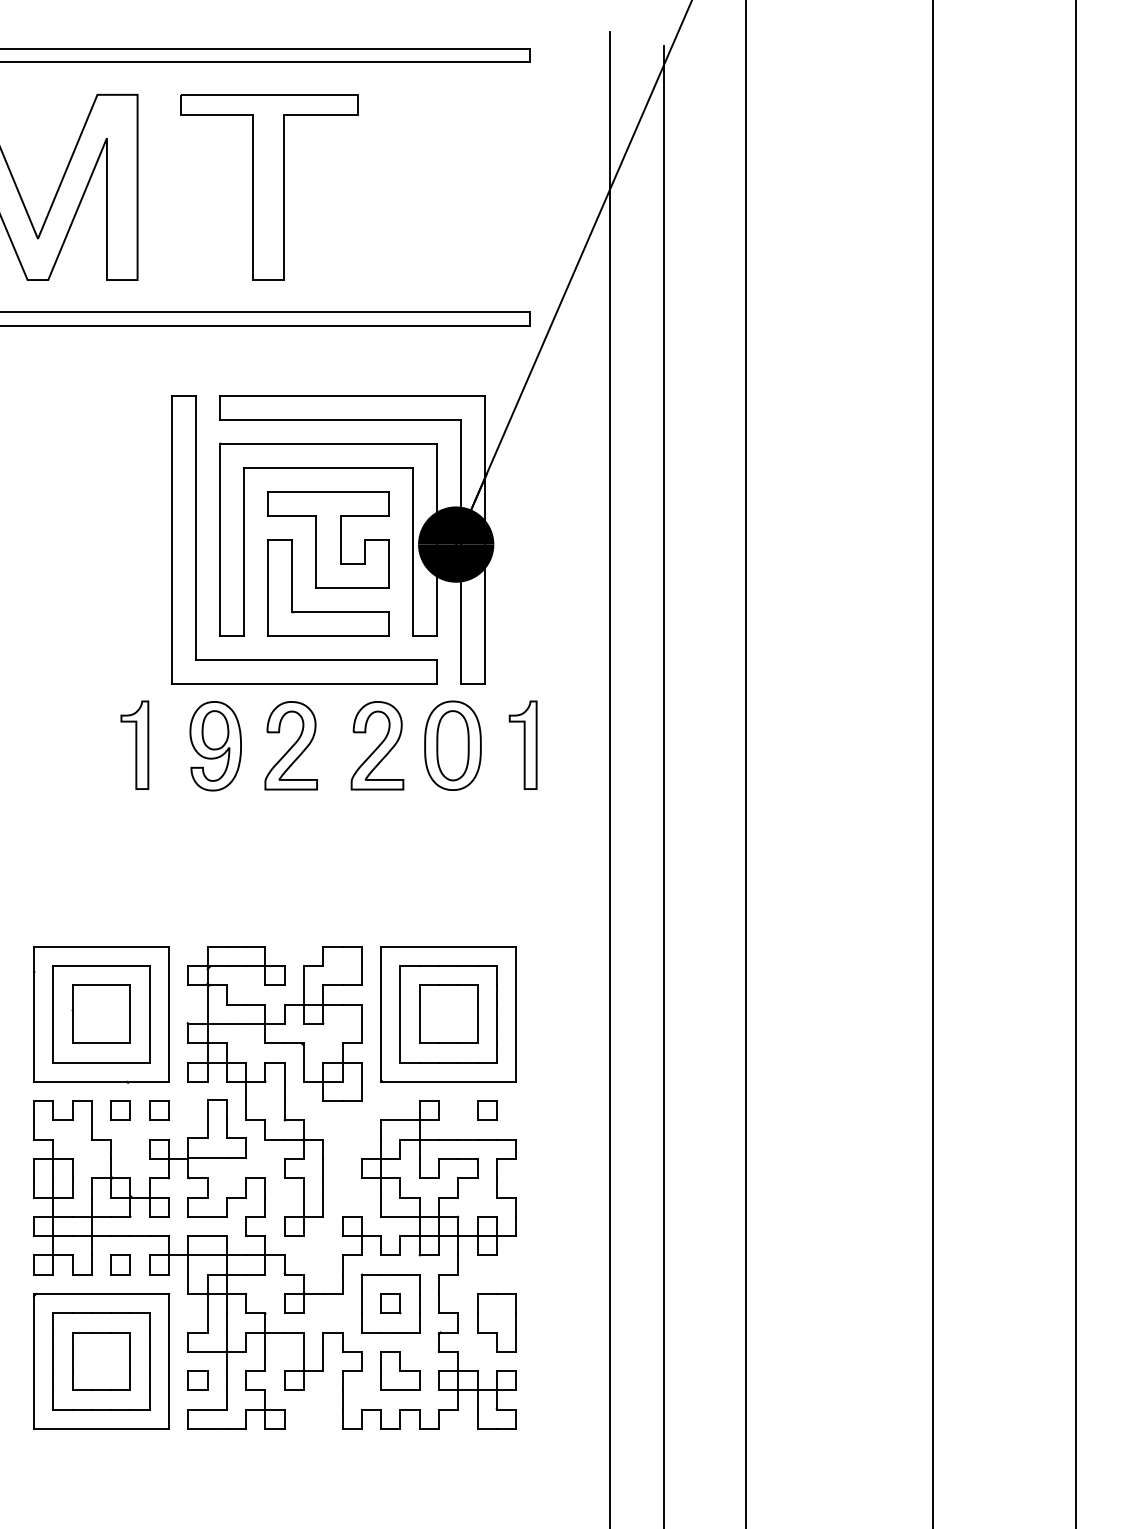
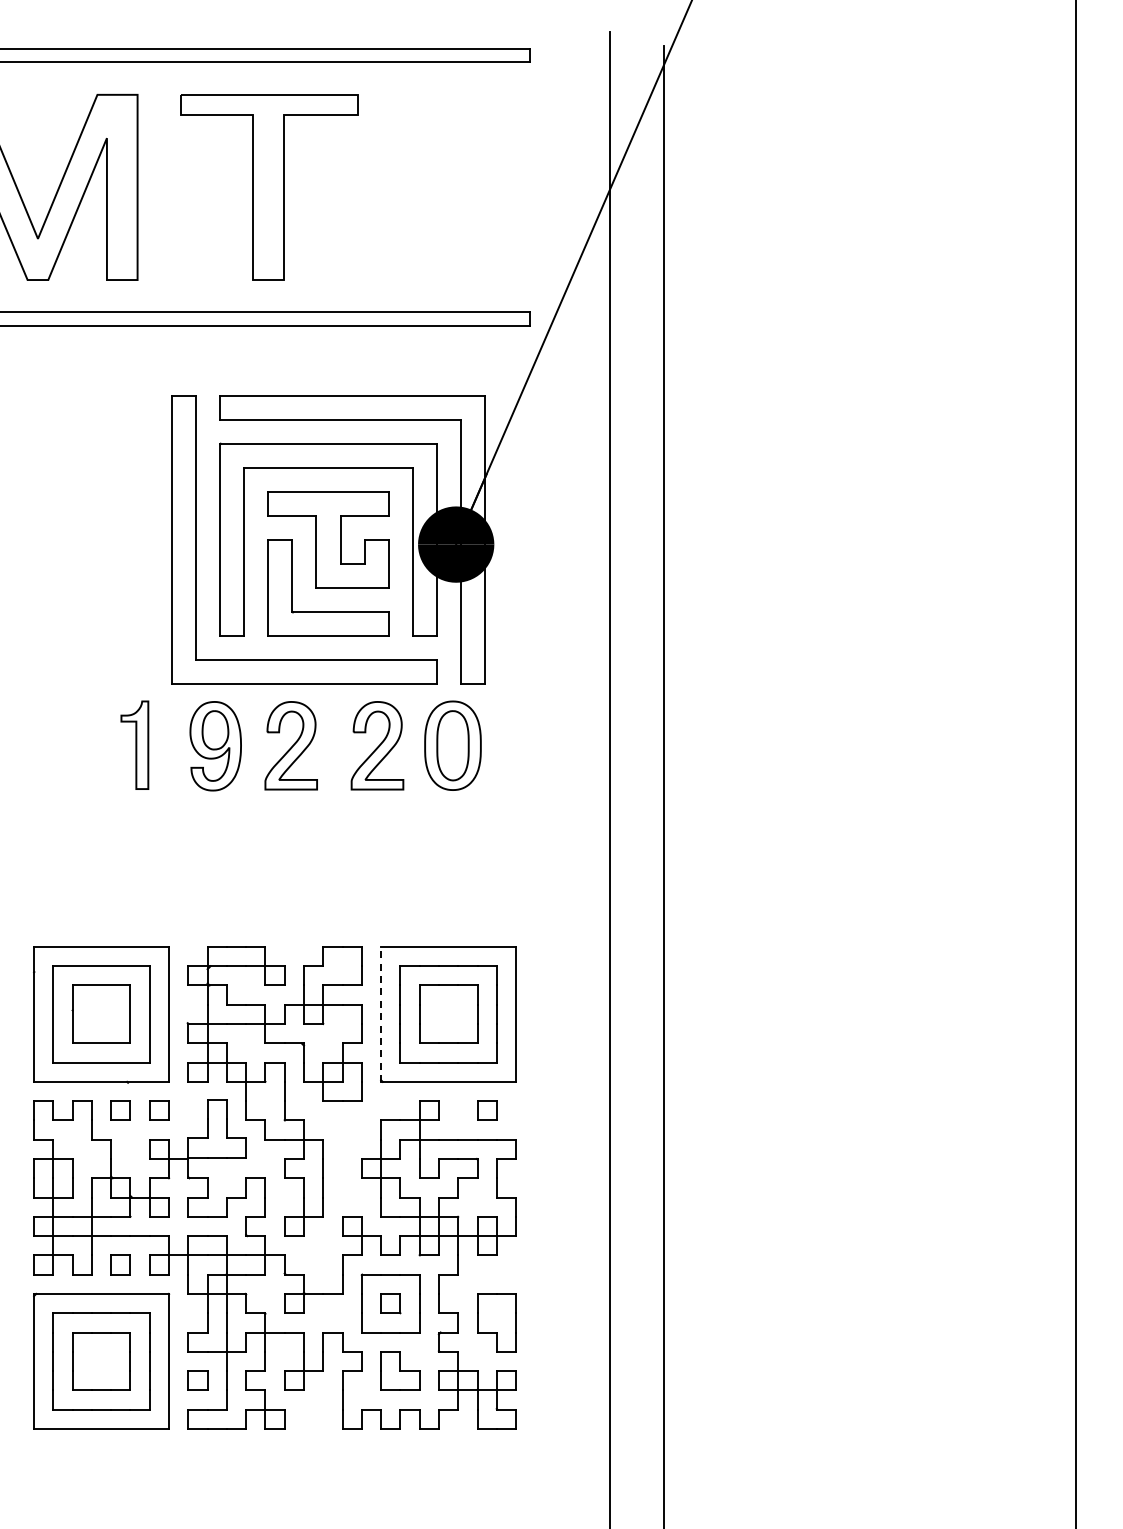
part at (522, 744): present -> none
line at (745, 763): present -> none
line at (932, 763): present -> none
line at (381, 1013): solid -> dashed
